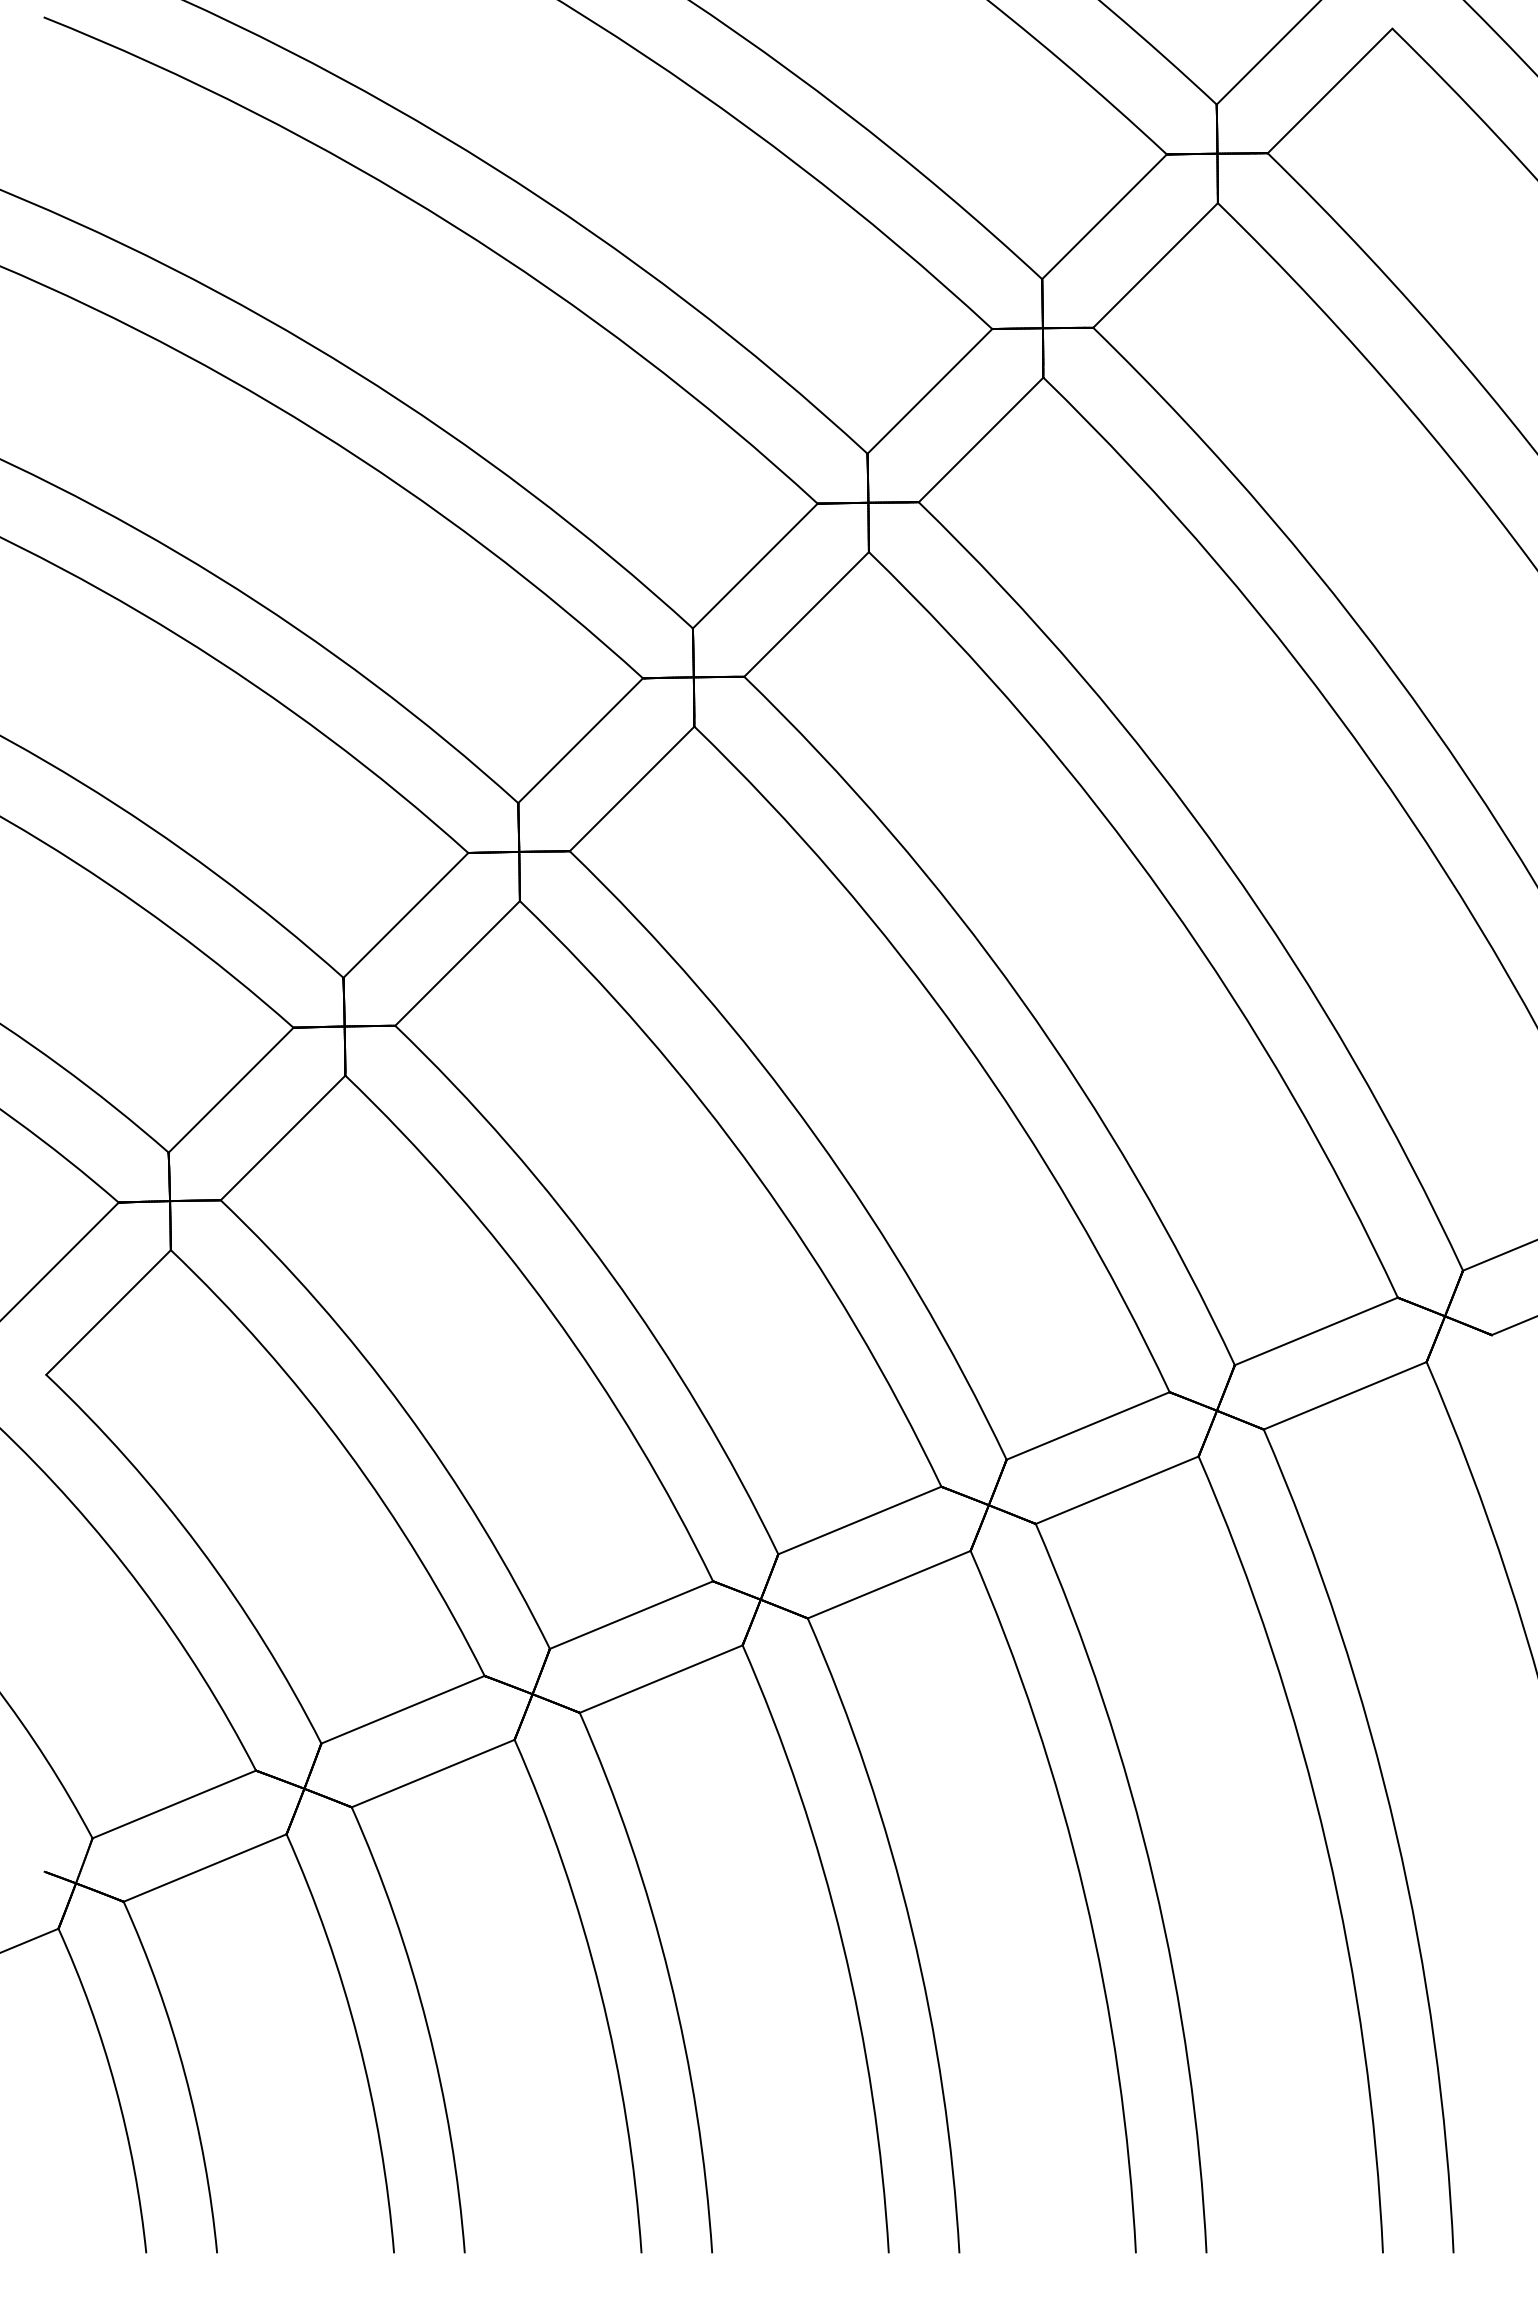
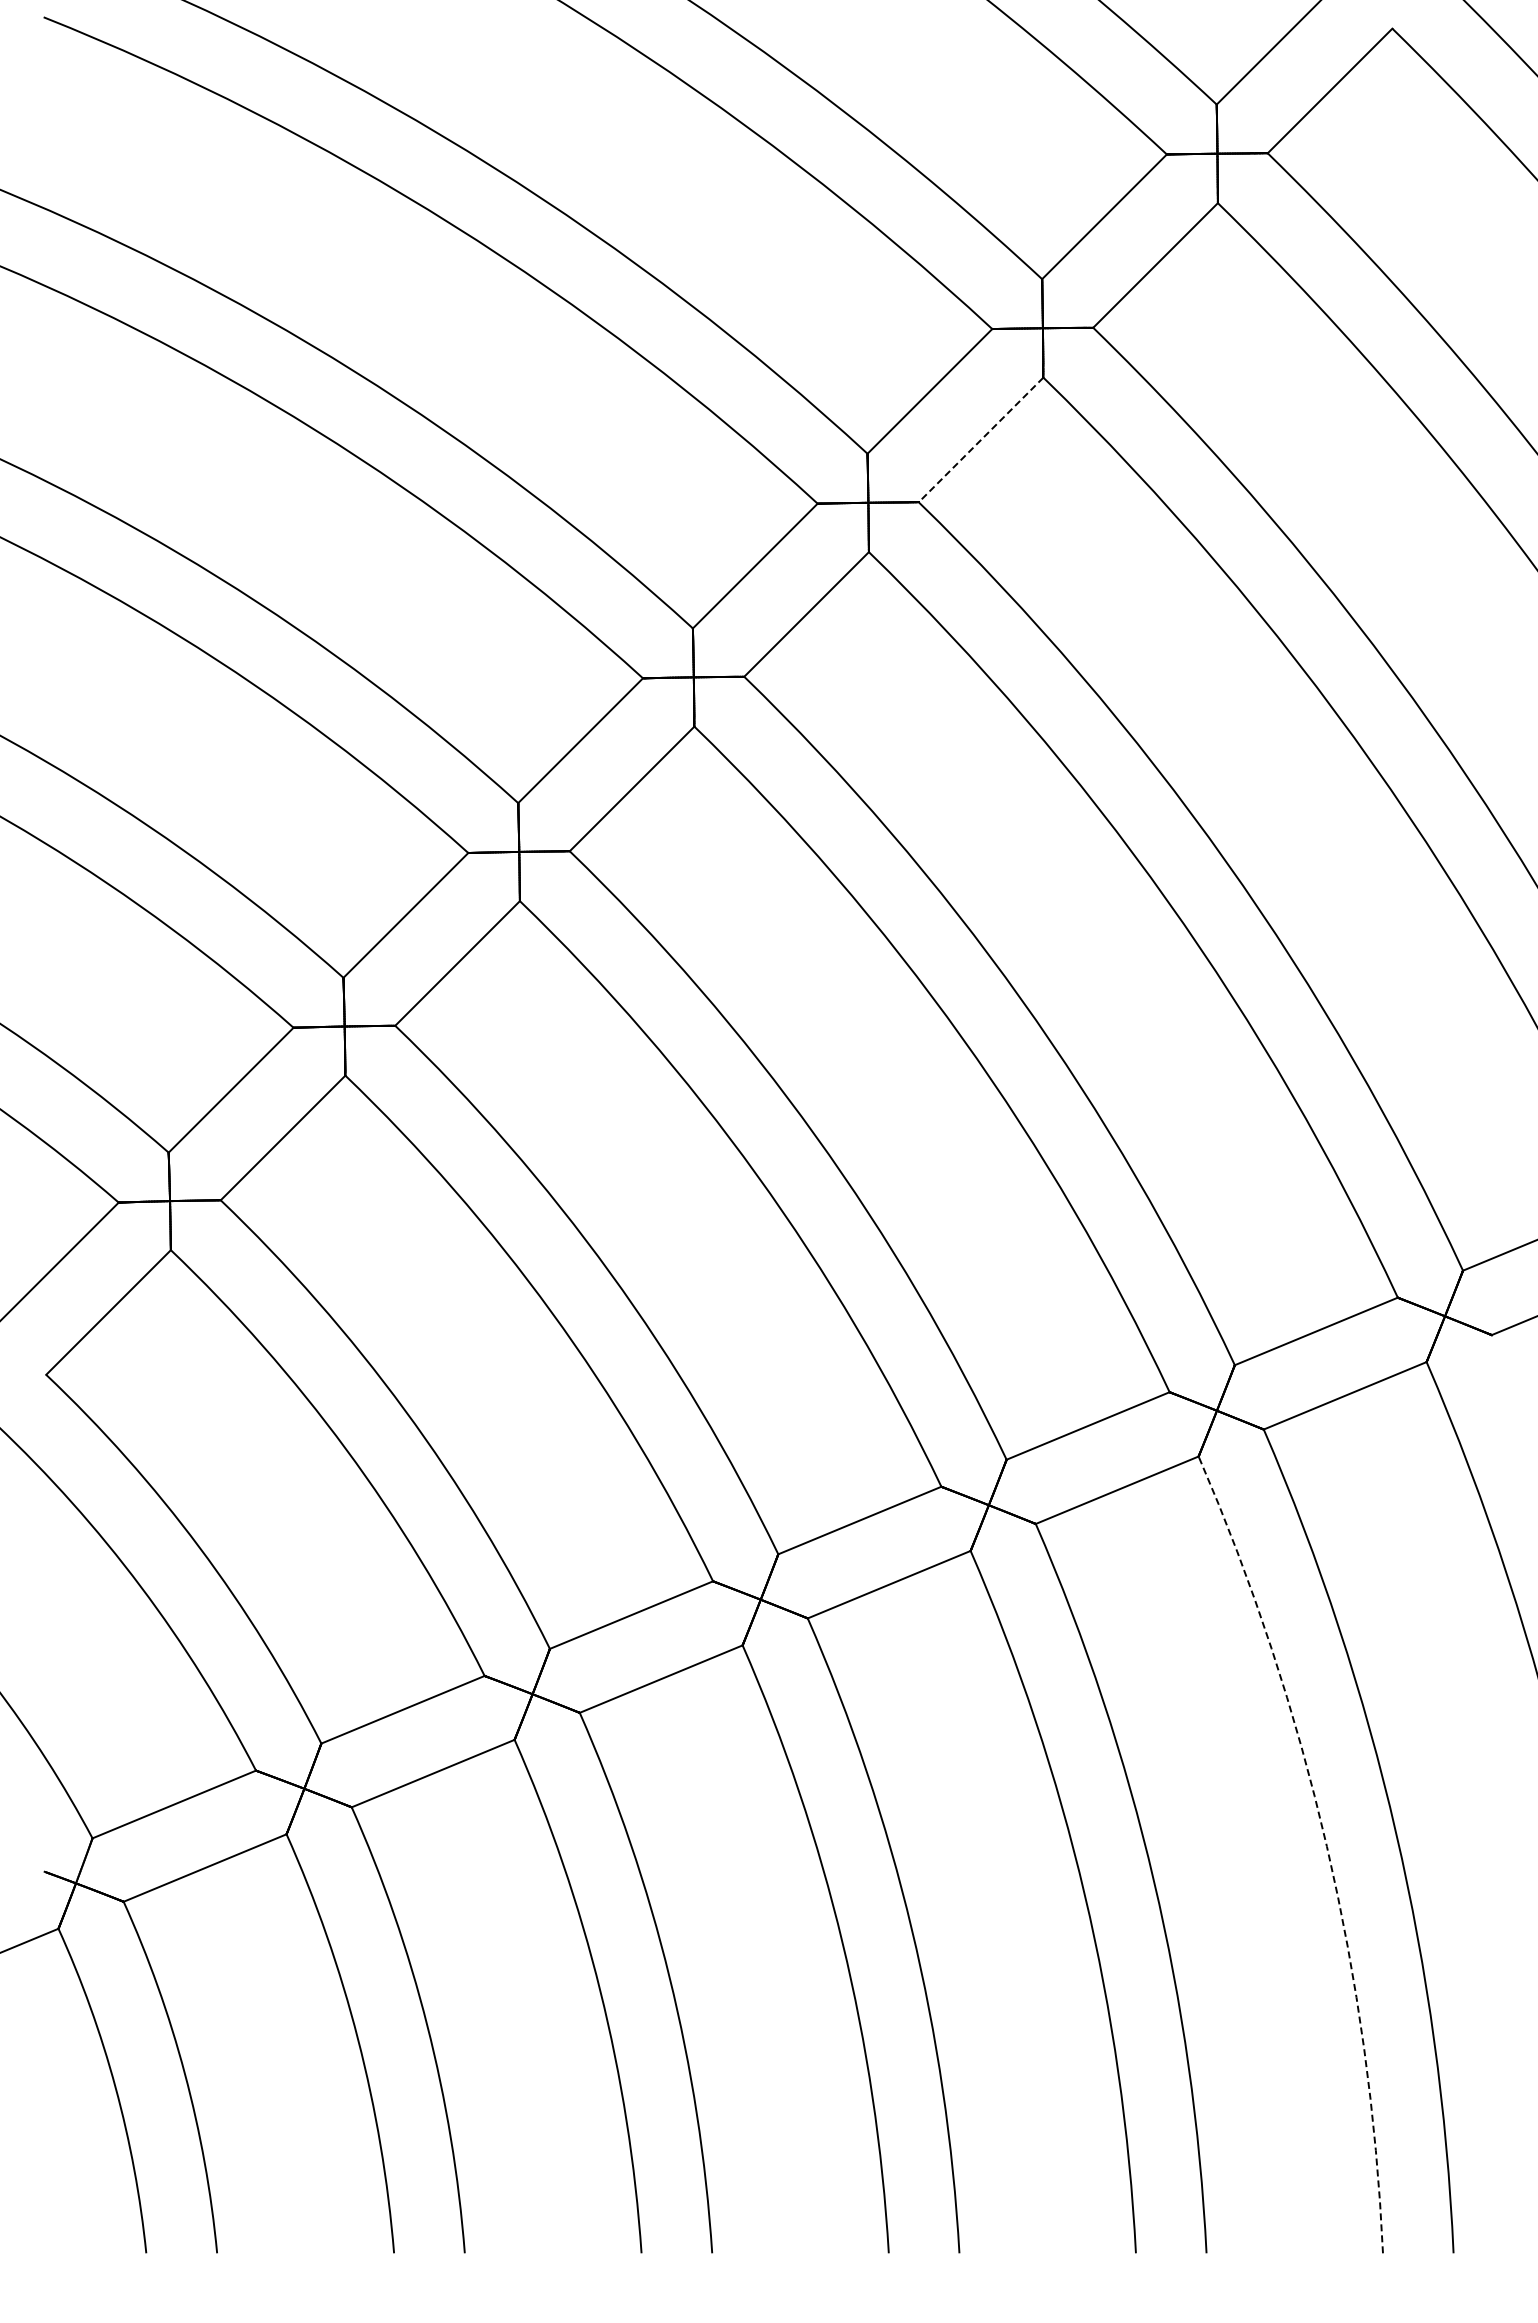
line at (980, 440): solid -> dashed
arc at (1326, 1846): solid -> dashed
